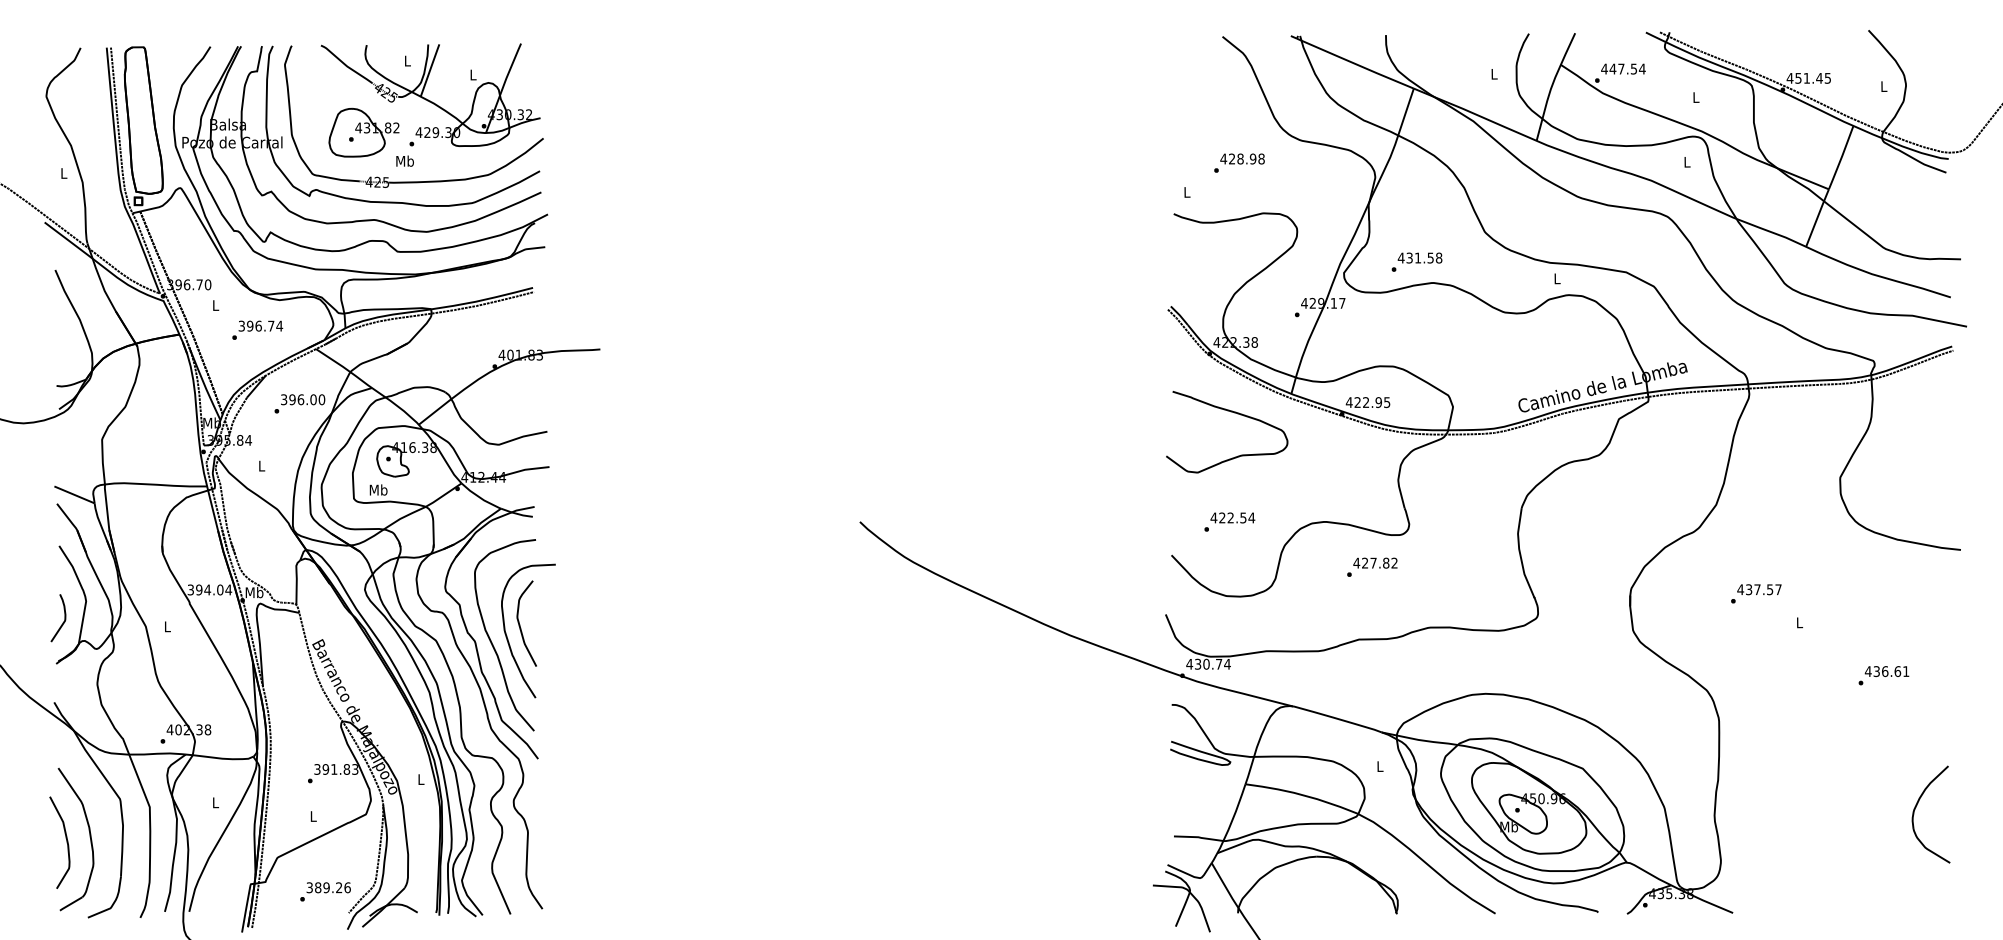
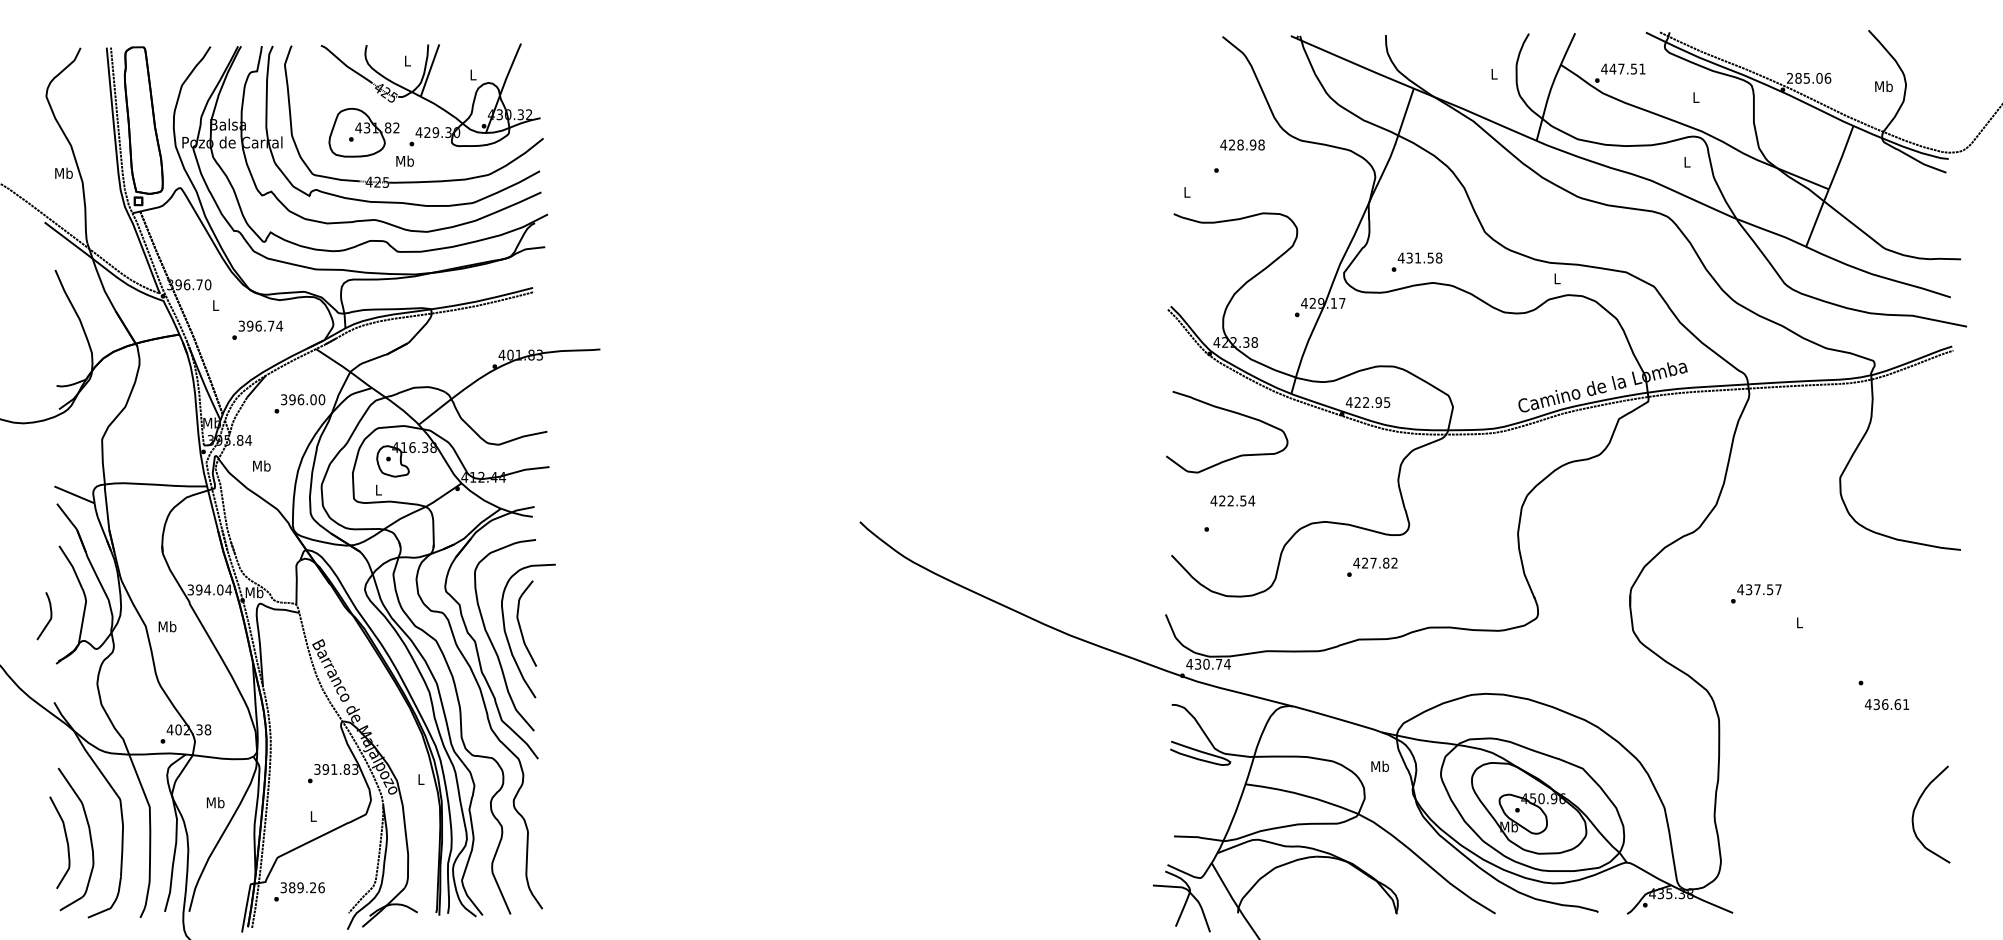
text at (1642, 68): 447.54 -> 447.51
text at (1808, 77): 451.45 -> 285.06
text at (1883, 85): L -> Mb
text at (1242, 158) position: (1242, 158) -> (1242, 144)
text at (63, 172): L -> Mb
text at (261, 465): L -> Mb
text at (378, 489): Mb -> L
text at (1232, 517) position: (1232, 517) -> (1232, 500)
curve at (62, 622) position: (62, 622) -> (48, 620)
text at (167, 626): L -> Mb
text at (1886, 671) position: (1886, 671) -> (1886, 704)
text at (1379, 765): L -> Mb
text at (215, 802): L -> Mb
text at (325, 891) position: (325, 891) -> (299, 891)
